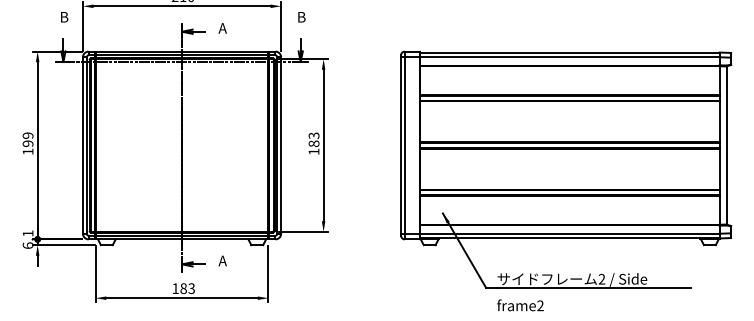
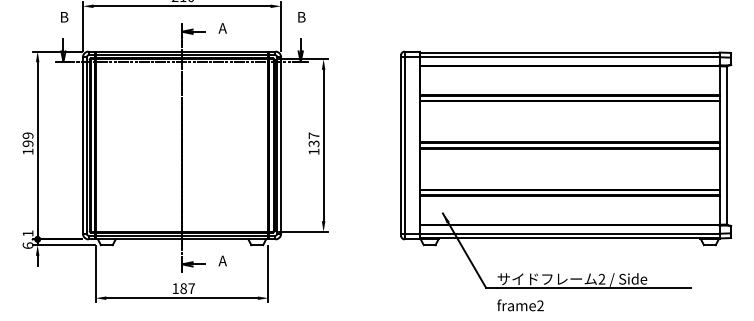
text at (313, 139): 183 -> 137
text at (191, 288): 183 -> 187
